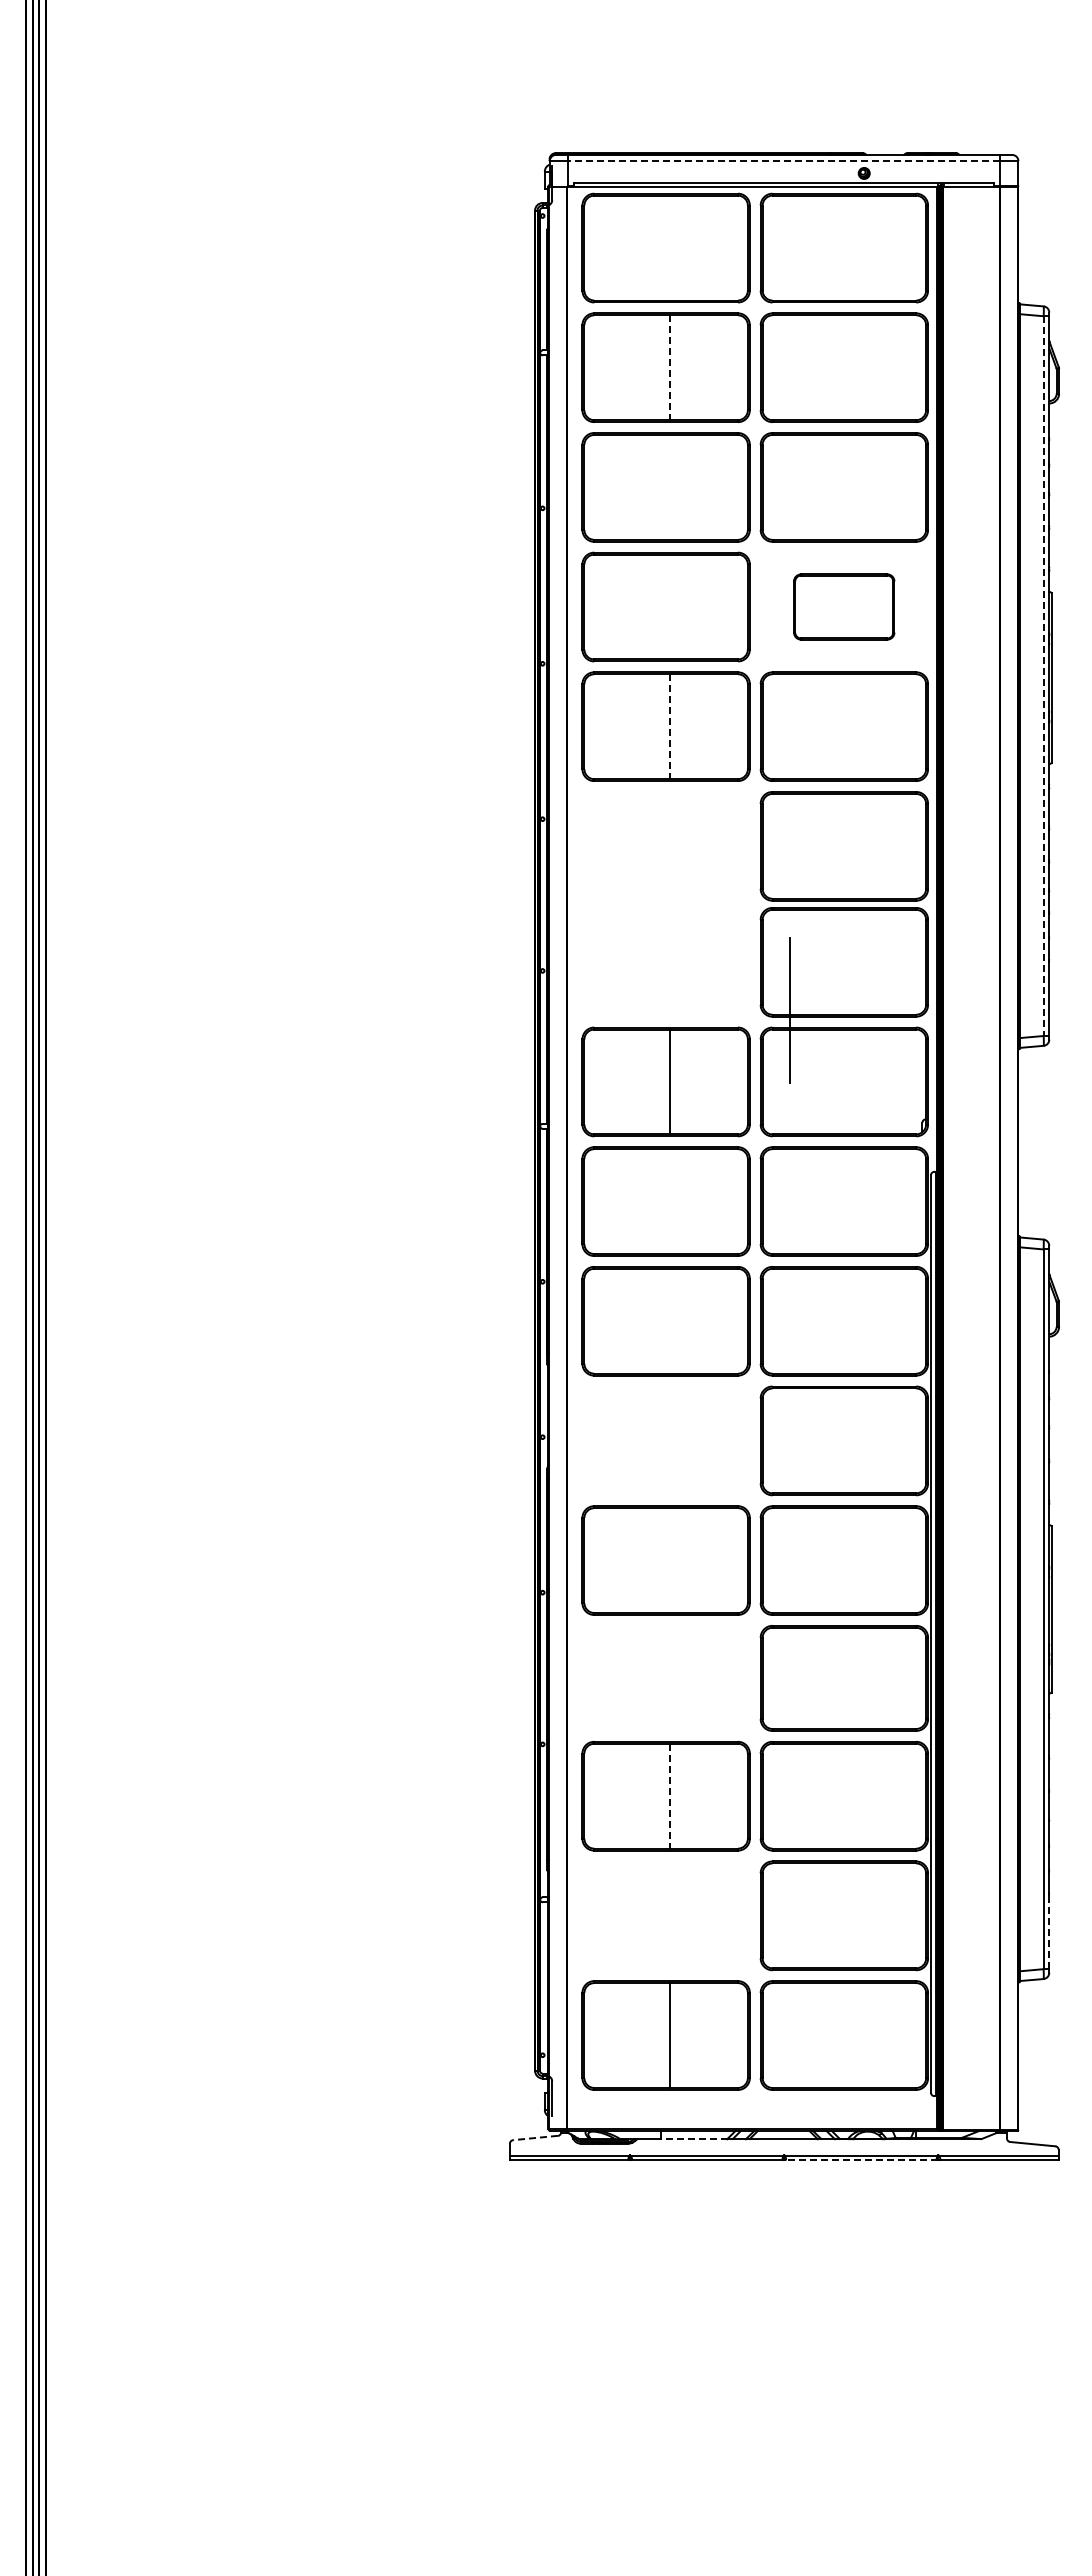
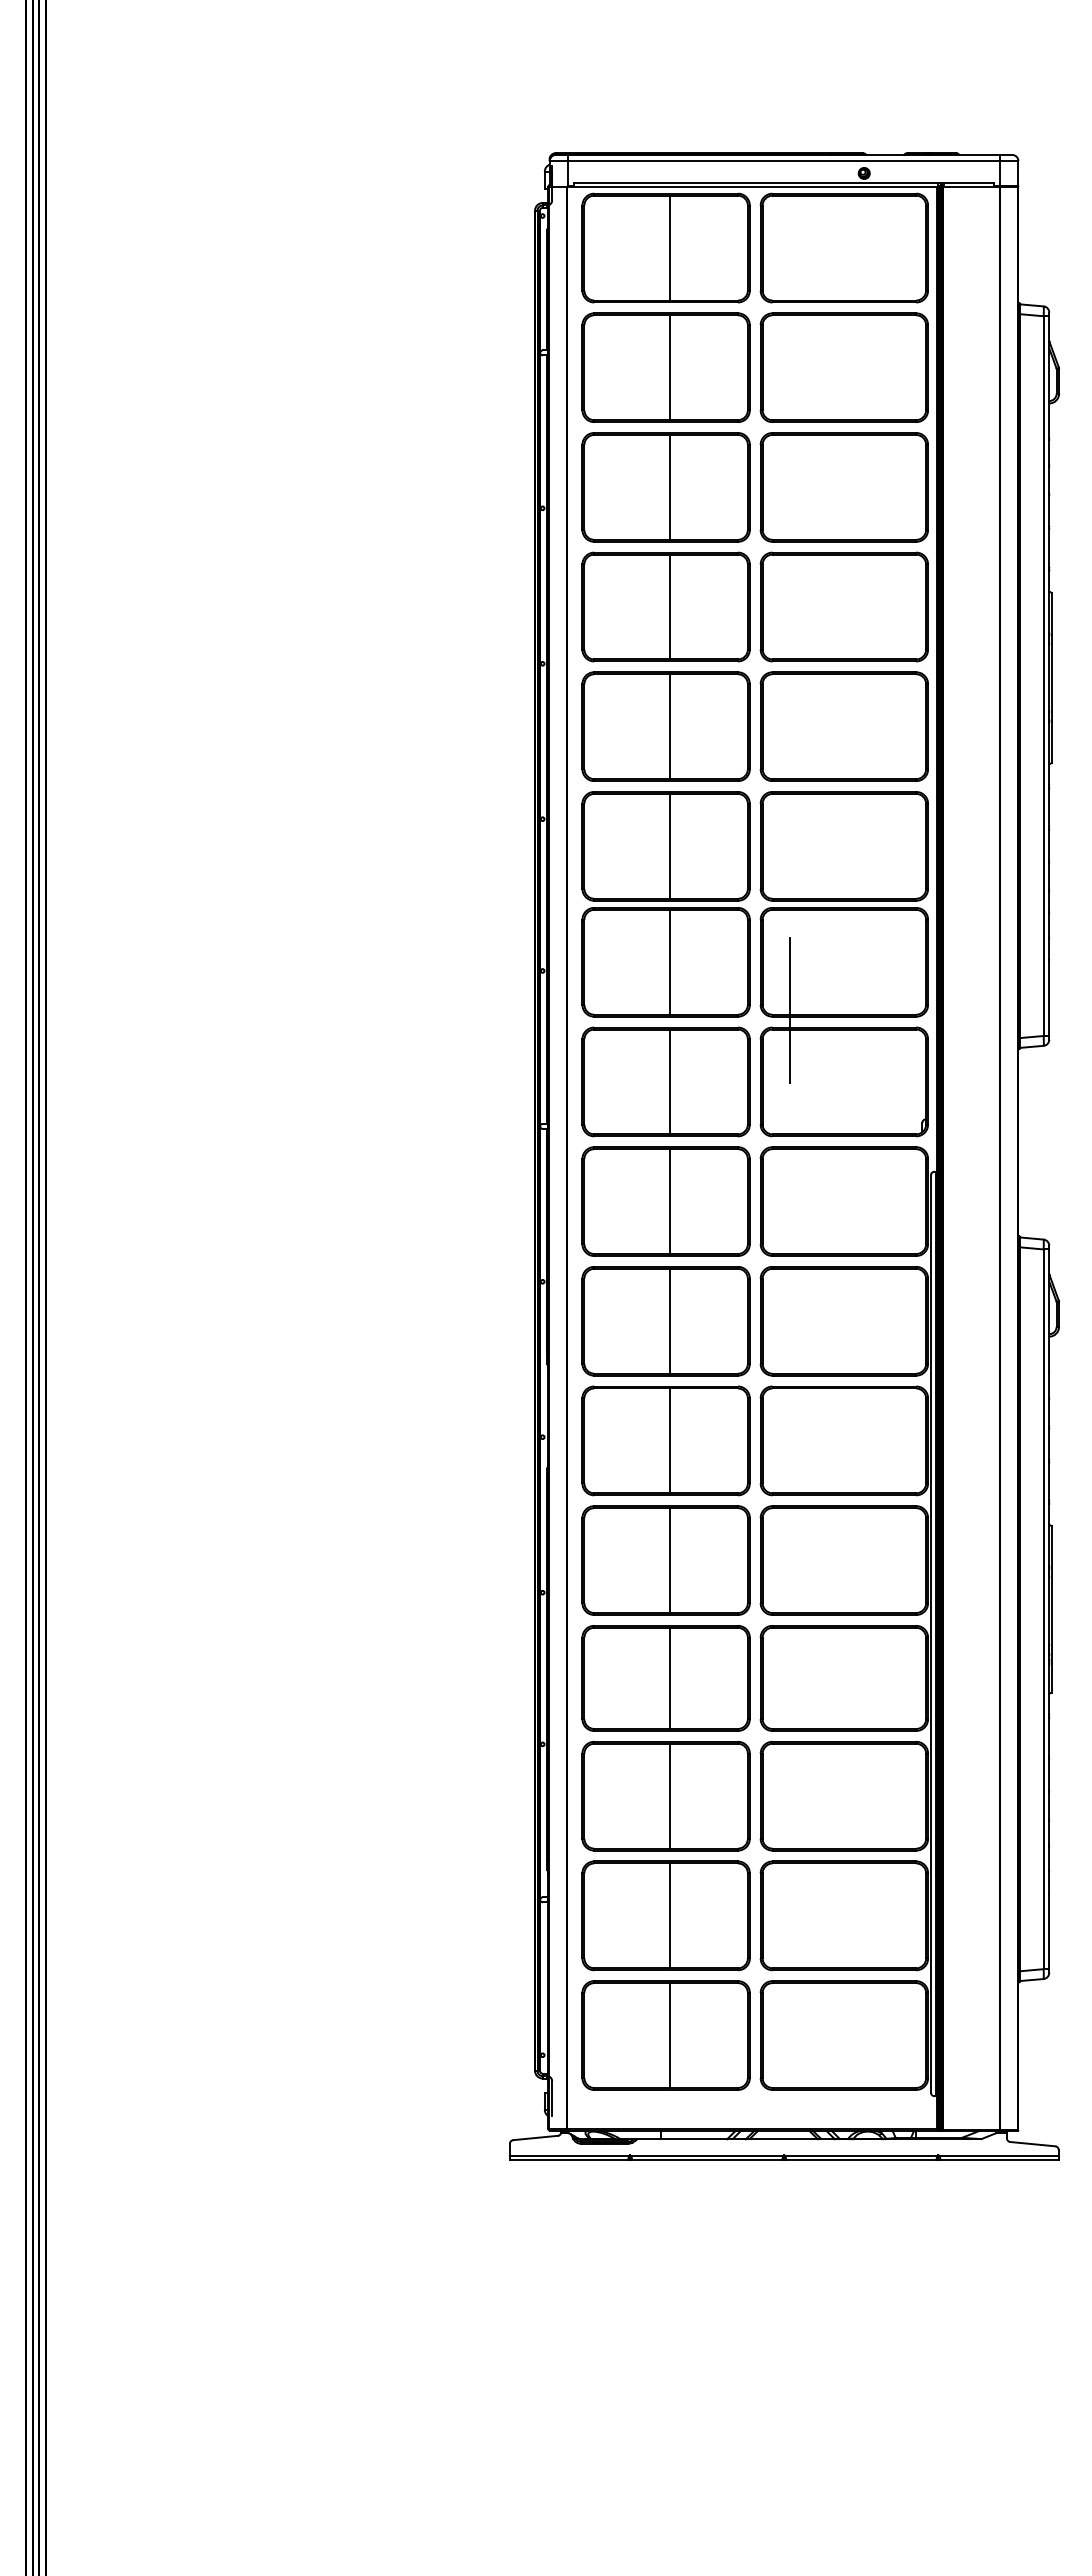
line at (784, 161): dashed -> solid
line at (670, 247): none -> present
line at (670, 368): dashed -> solid
line at (670, 486): none -> present
line at (670, 606): none -> present
part at (844, 606) size: 103x68 px -> 170x112 px
line at (1043, 676): dashed -> solid
line at (670, 727): dashed -> solid
part at (665, 904): none -> present
line at (670, 1201): none -> present
line at (670, 1320): none -> present
part at (665, 1440): none -> present
line at (670, 1560): none -> present
part at (665, 1678): none -> present
line at (670, 1796): dashed -> solid
part at (665, 1915): none -> present
line at (1049, 1931): dashed -> solid
line at (535, 2138): dashed -> solid
line at (693, 2139): dashed -> solid
line at (860, 2160): dashed -> solid
